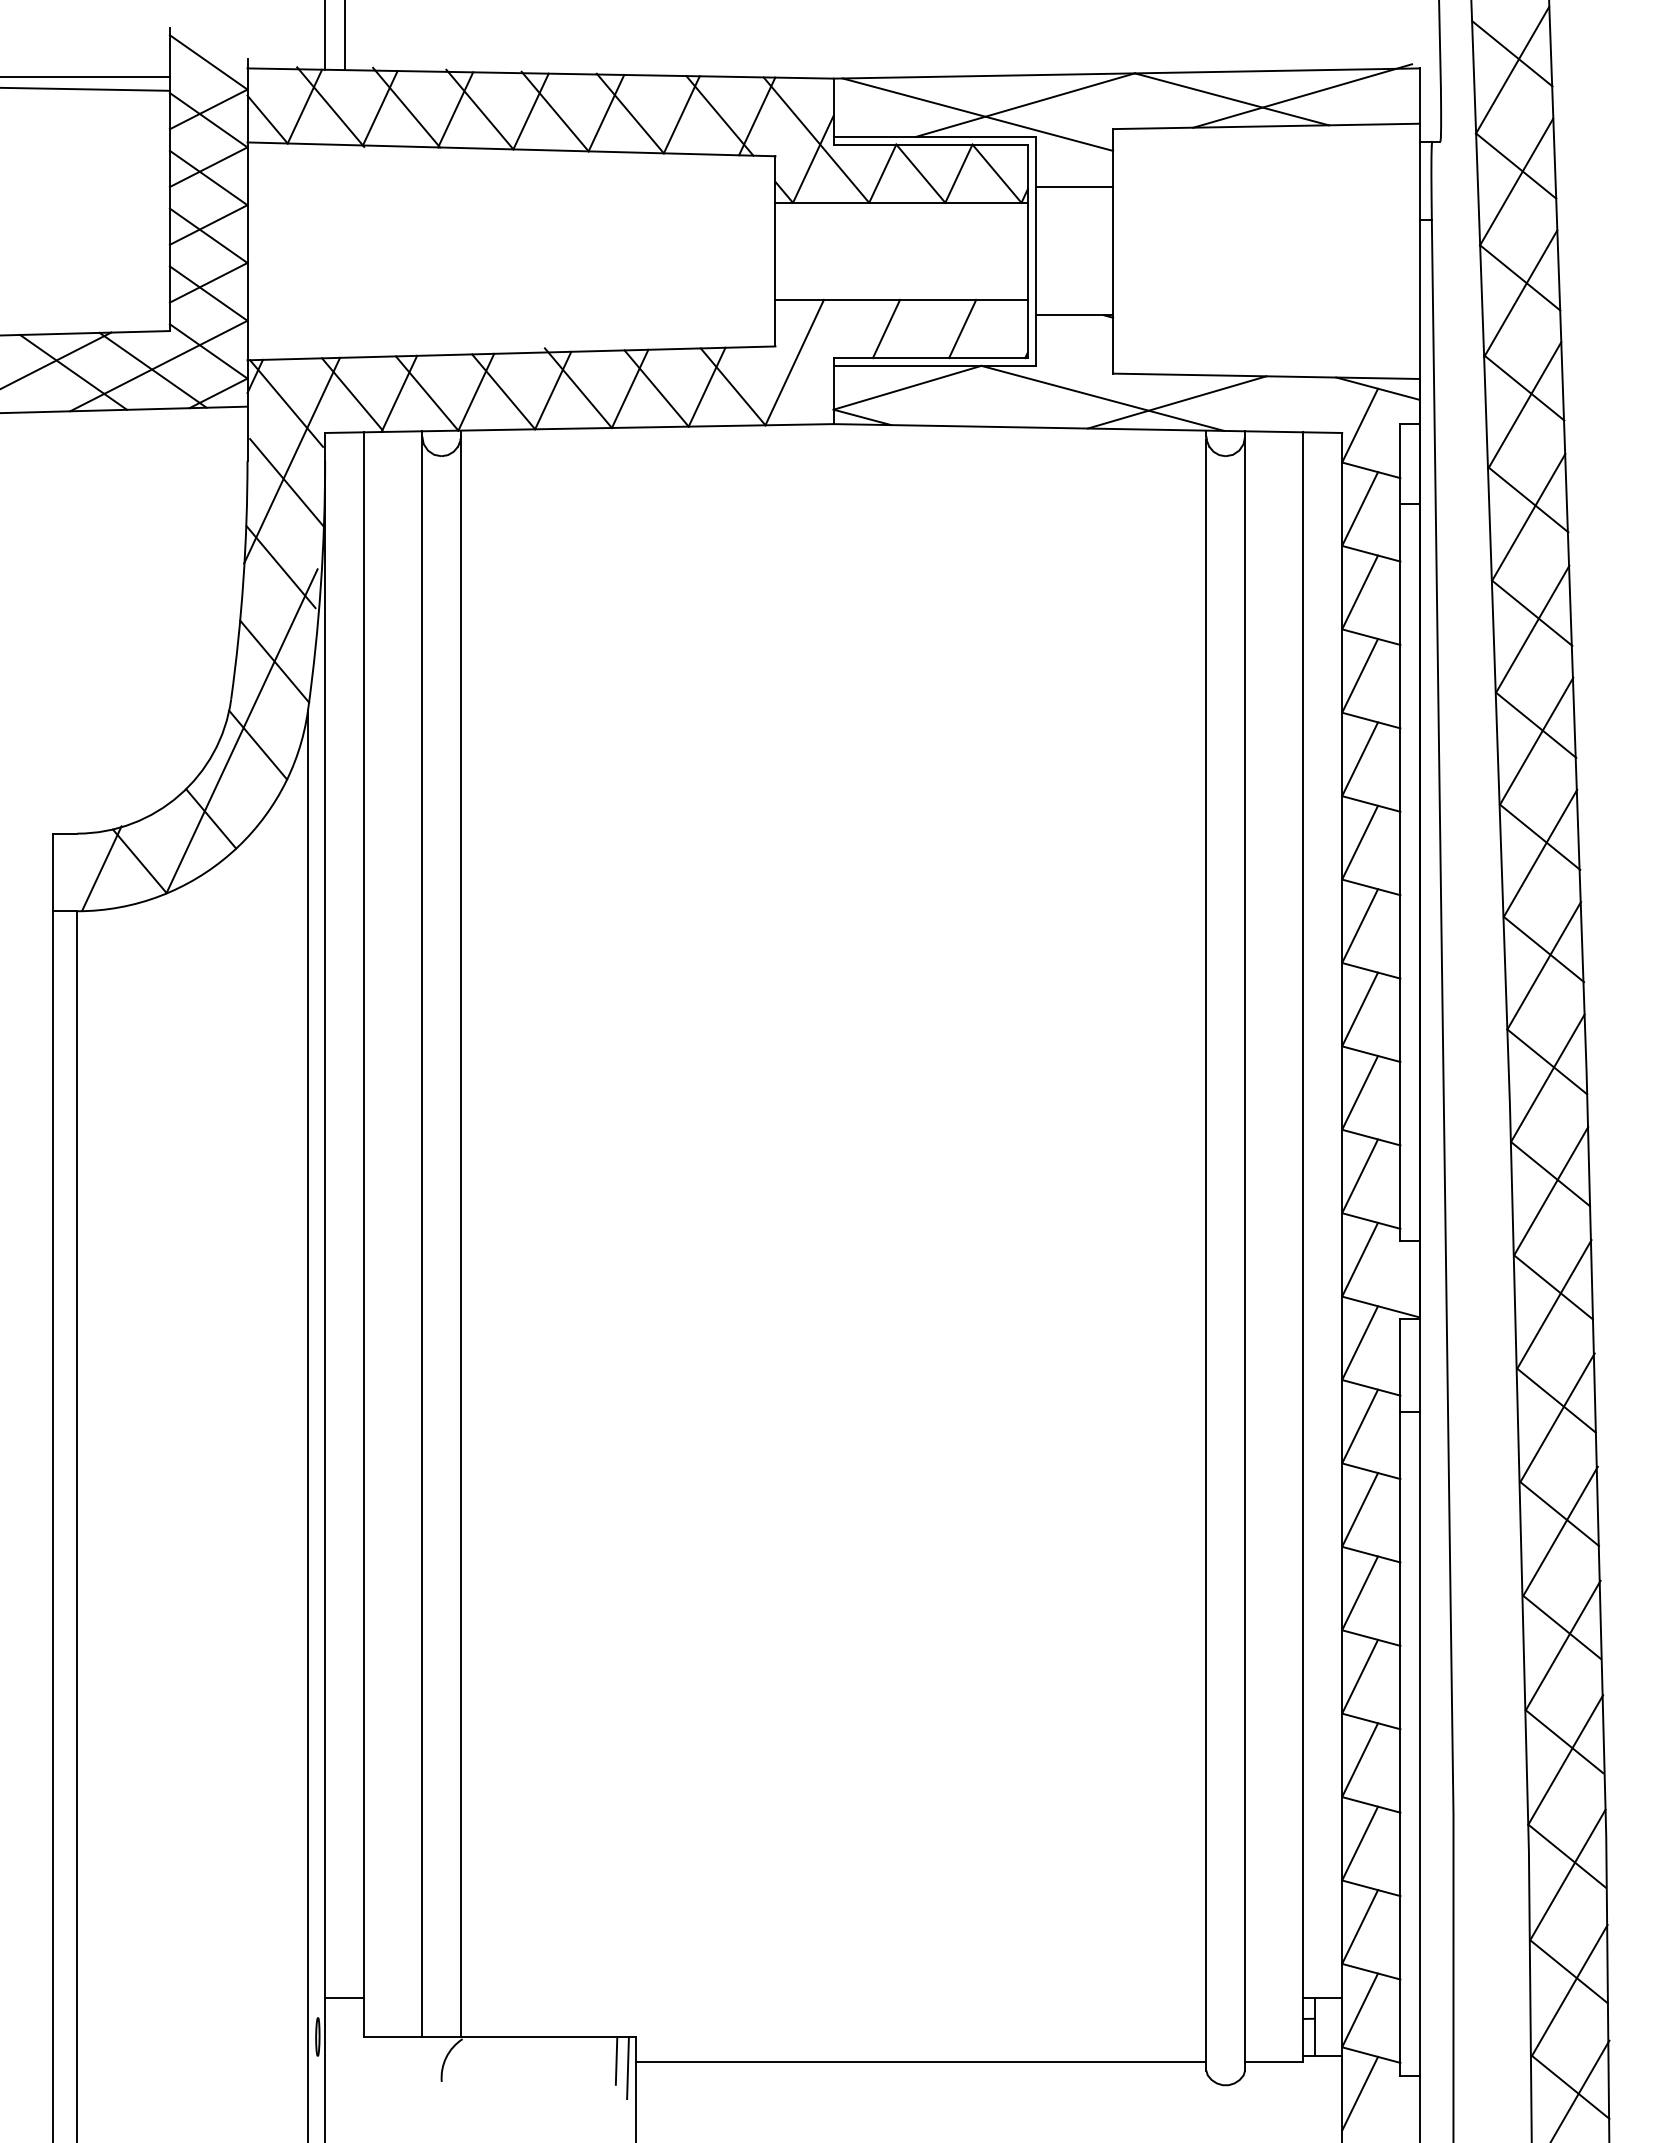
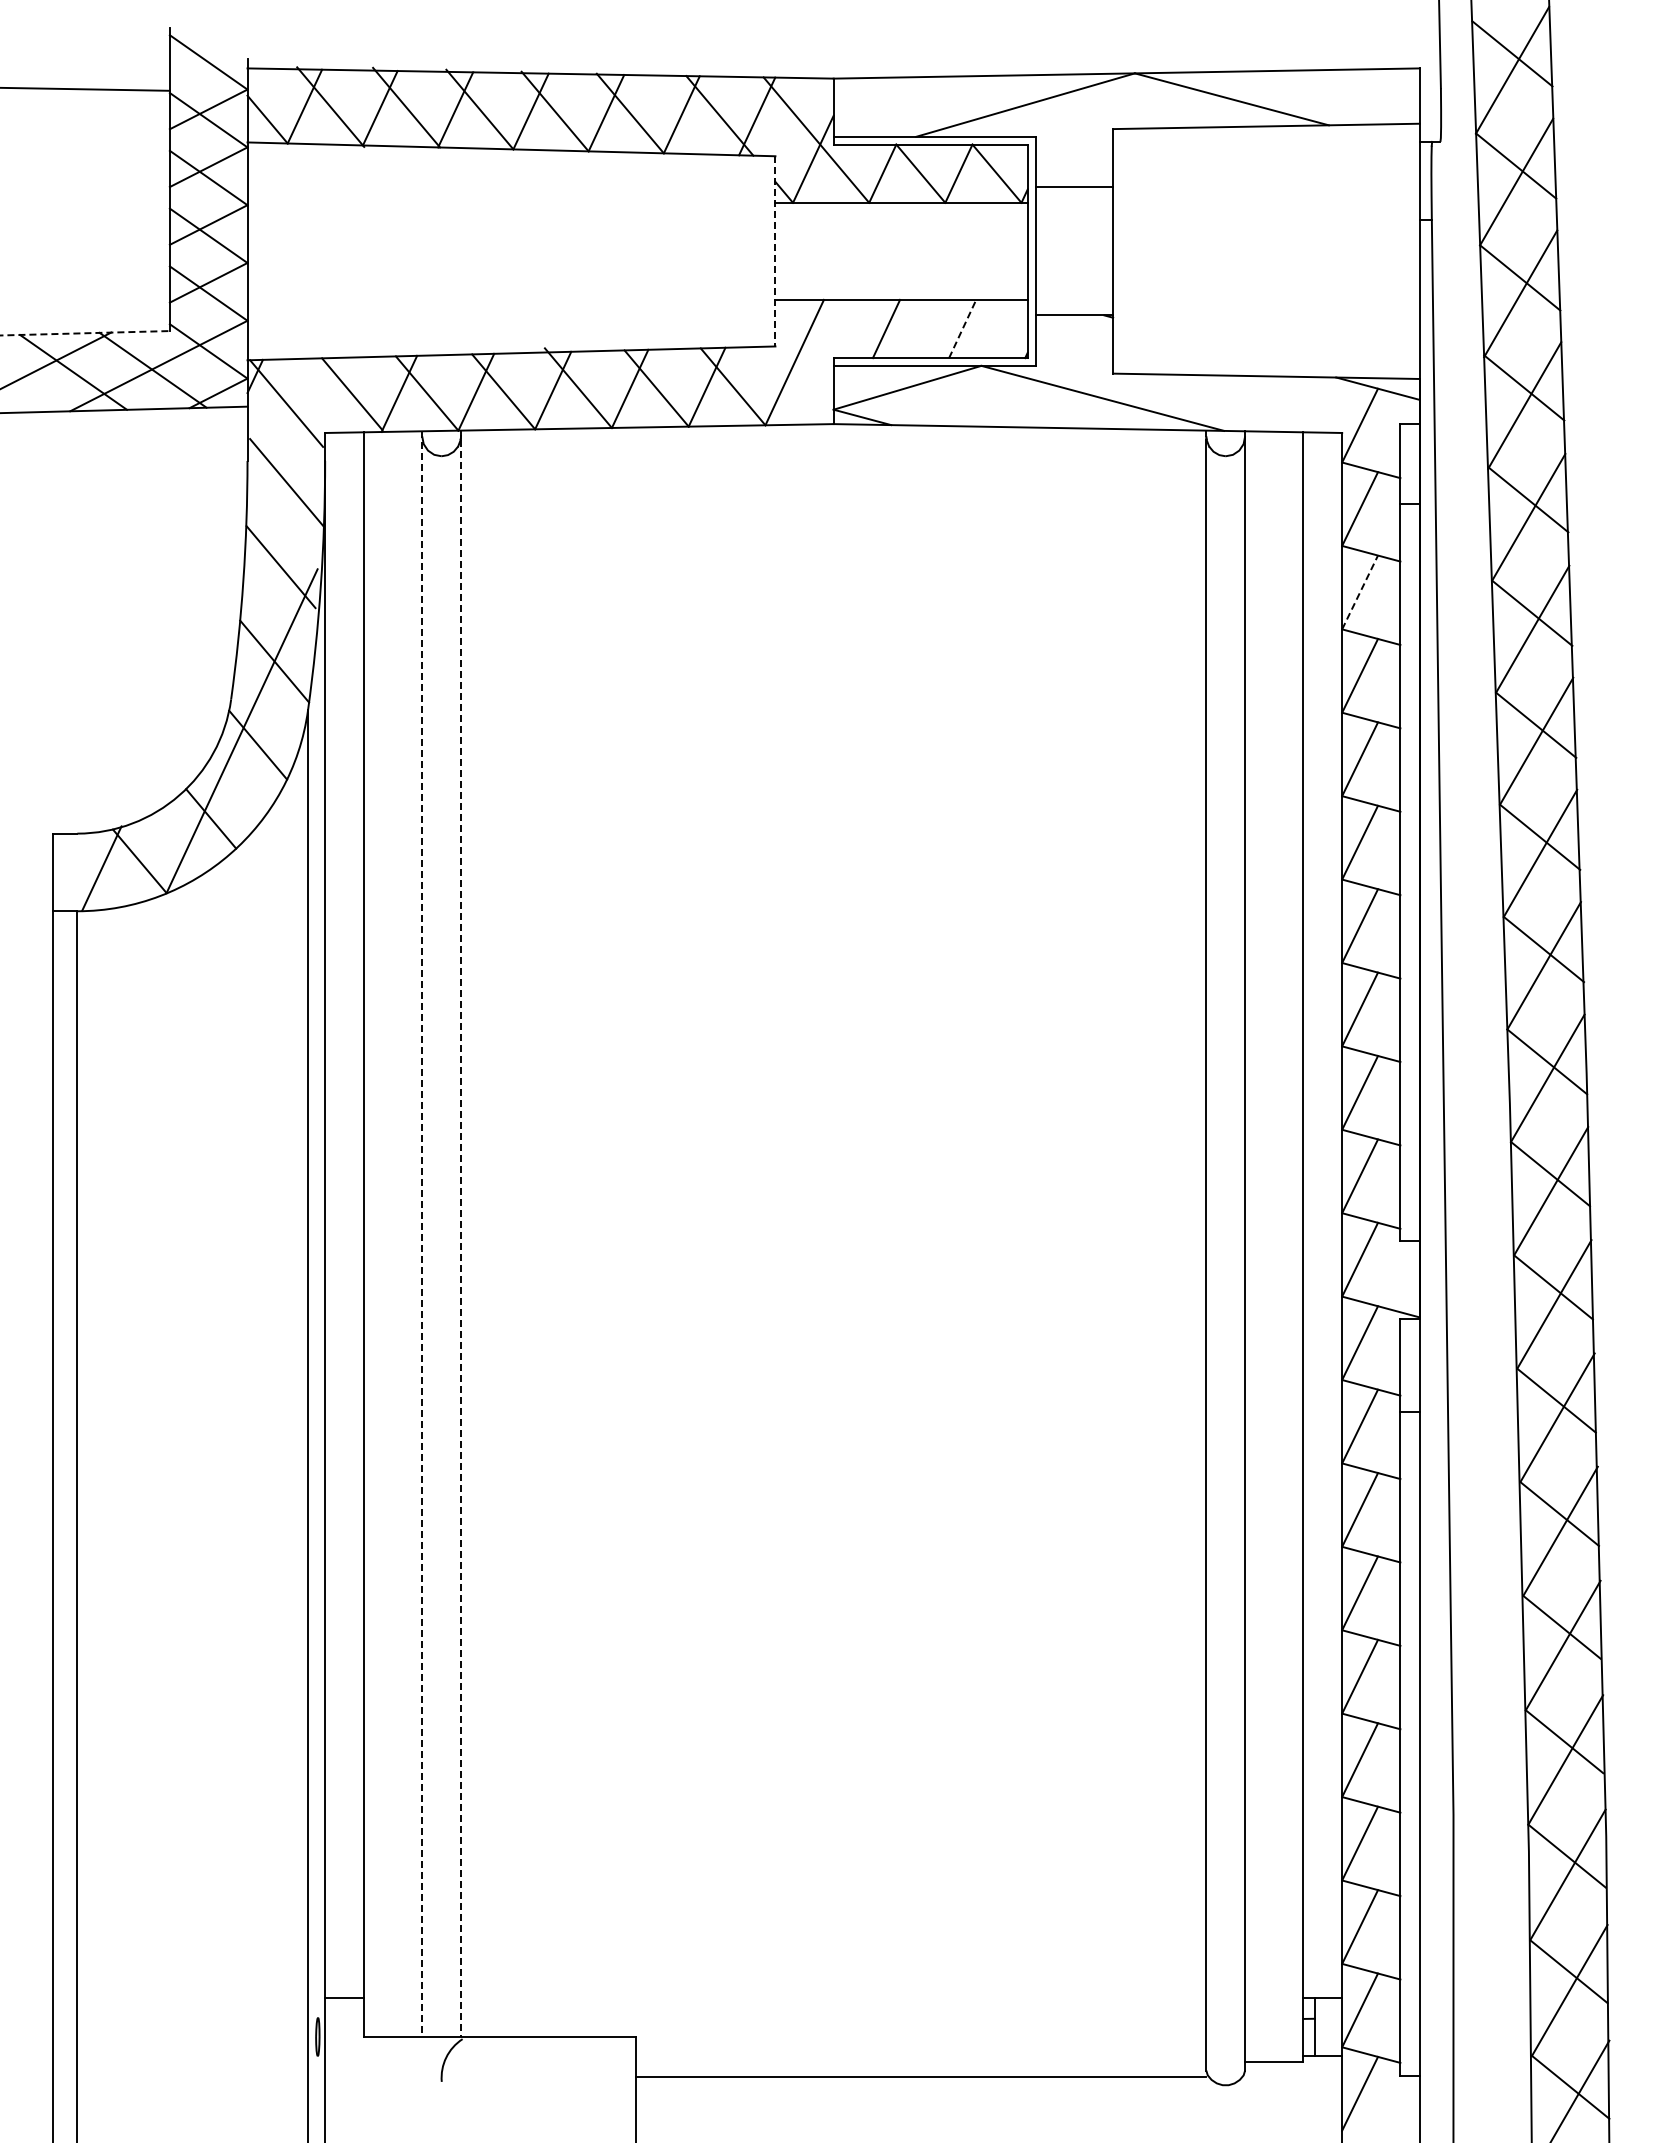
line at (325, 35): present -> none
line at (344, 36): present -> none
line at (85, 76): present -> none
line at (1302, 95): present -> none
line at (977, 114): present -> none
line at (775, 251): solid -> dashed
line at (962, 328): solid -> dashed
line at (84, 333): solid -> dashed
line at (1176, 402): present -> none
line at (292, 460): present -> none
line at (1360, 592): solid -> dashed
line at (422, 1234): solid -> dashed
line at (461, 1239): solid -> dashed
line at (616, 2060): present -> none
line at (920, 2061) position: (920, 2061) -> (920, 2076)
line at (627, 2067): present -> none
